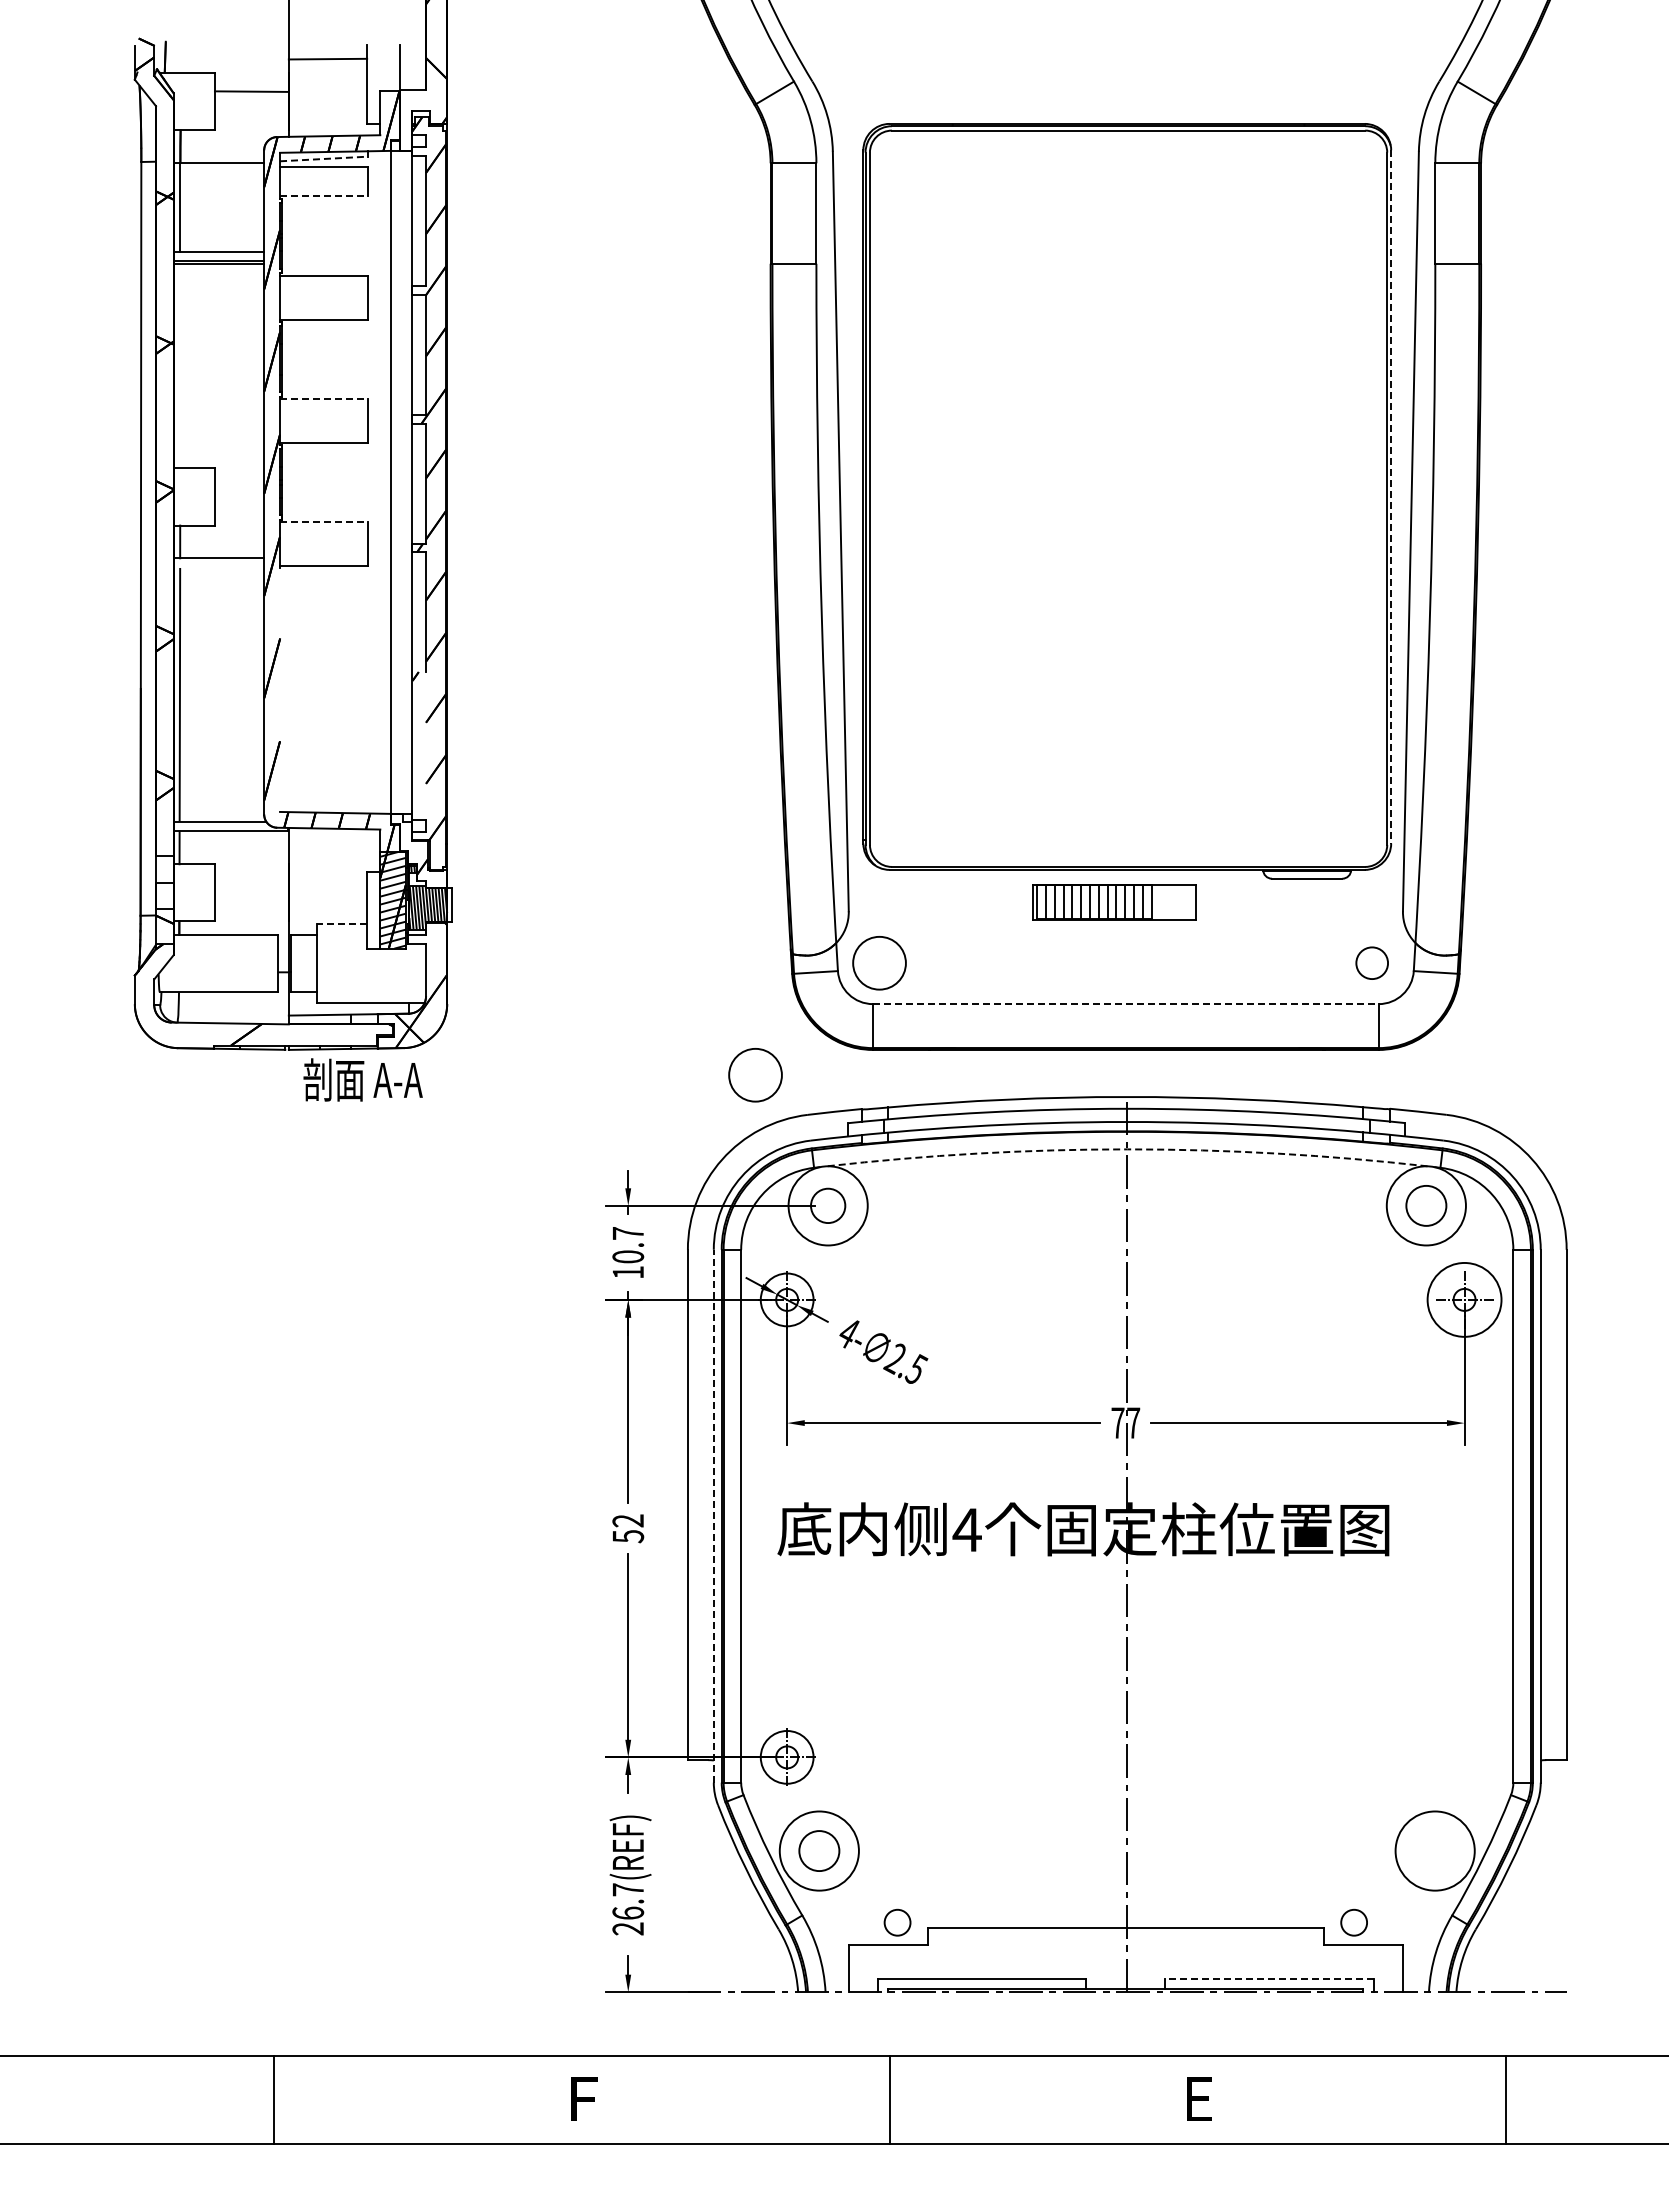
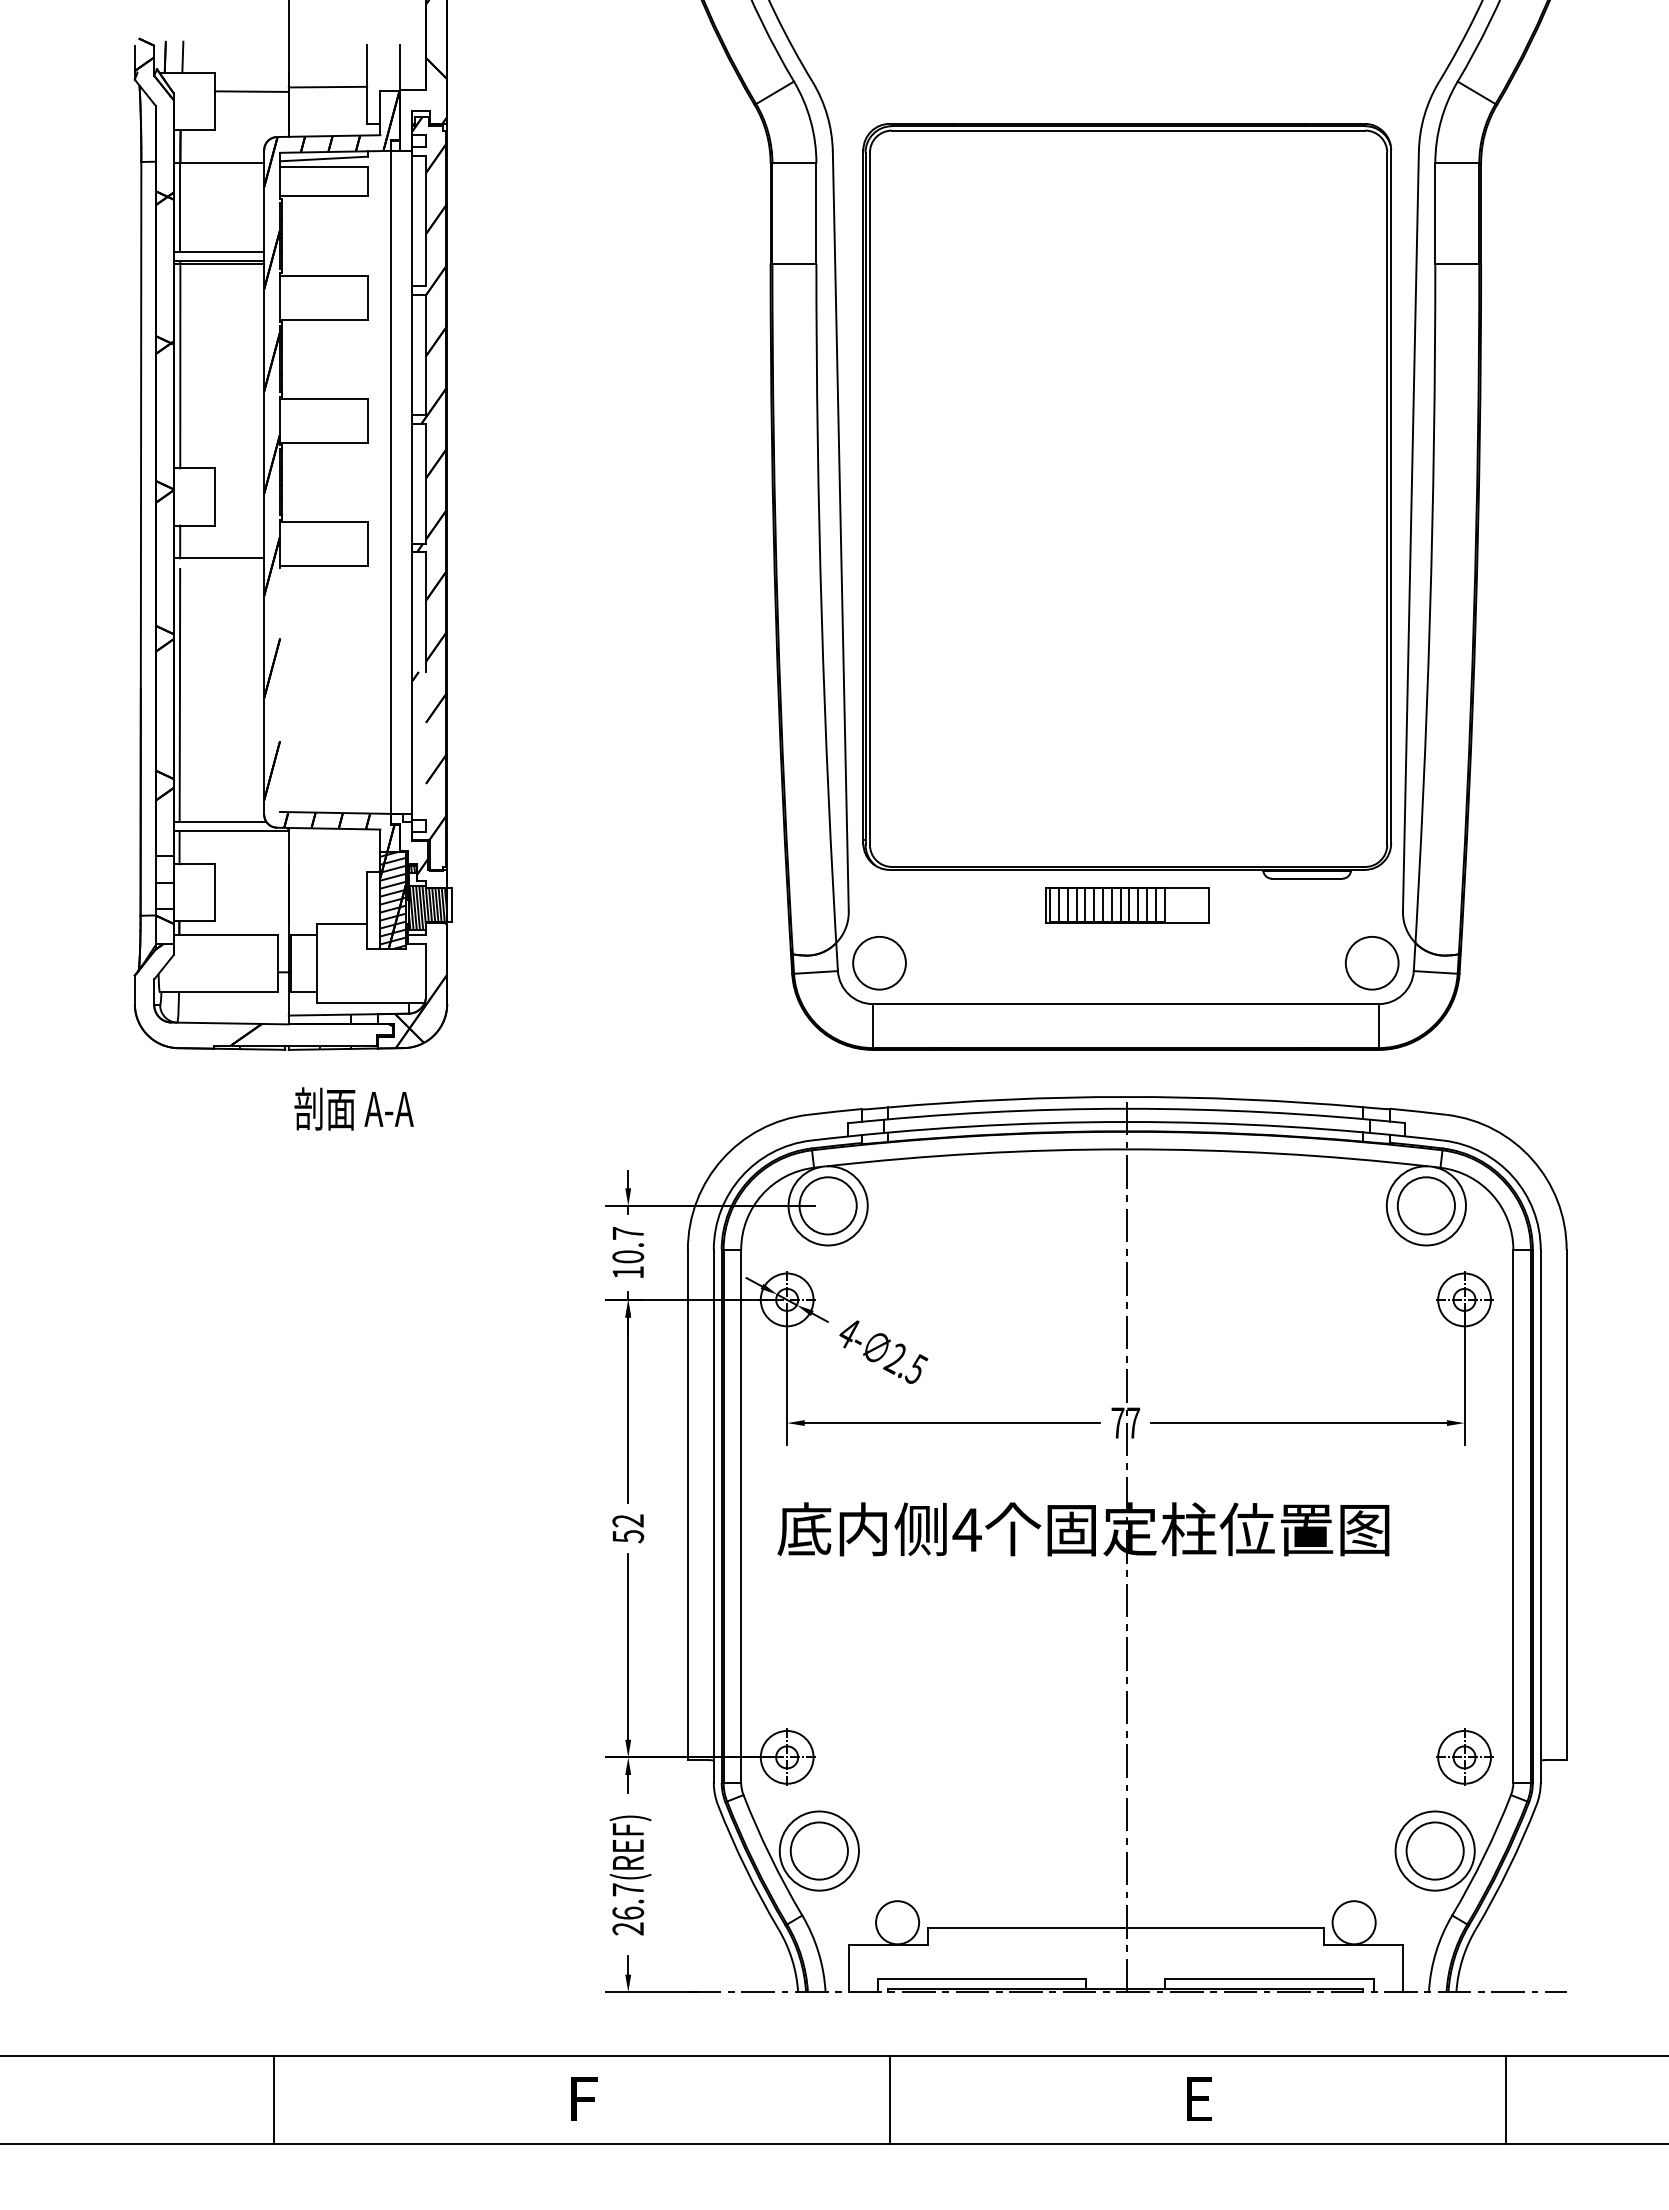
line at (182, 56): none -> present
line at (327, 58) position: (327, 58) -> (327, 86)
line at (324, 158): dashed -> solid
line at (324, 196): dashed -> solid
line at (180, 364): none -> present
line at (324, 398): dashed -> solid
line at (1391, 496): dashed -> solid
line at (324, 521): dashed -> solid
part at (1114, 902) position: (1114, 902) -> (1127, 905)
line at (341, 923): dashed -> solid
circle at (1372, 963) diameter: 32 px -> 53 px
line at (1125, 1004): dashed -> solid
circle at (755, 1075): present -> none
text at (362, 1079) position: (362, 1079) -> (353, 1108)
arc at (1127, 1149): dashed -> solid
circle at (828, 1205) diameter: 34 px -> 57 px
circle at (1426, 1205) diameter: 40 px -> 57 px
circle at (1464, 1299) diameter: 74 px -> 53 px
line at (713, 1515): dashed -> solid
part at (1464, 1756): none -> present
circle at (1434, 1850): none -> present
circle at (819, 1851) diameter: 40 px -> 57 px
circle at (897, 1922) diameter: 26 px -> 43 px
circle at (1354, 1922) diameter: 26 px -> 43 px
line at (1269, 1978): dashed -> solid
